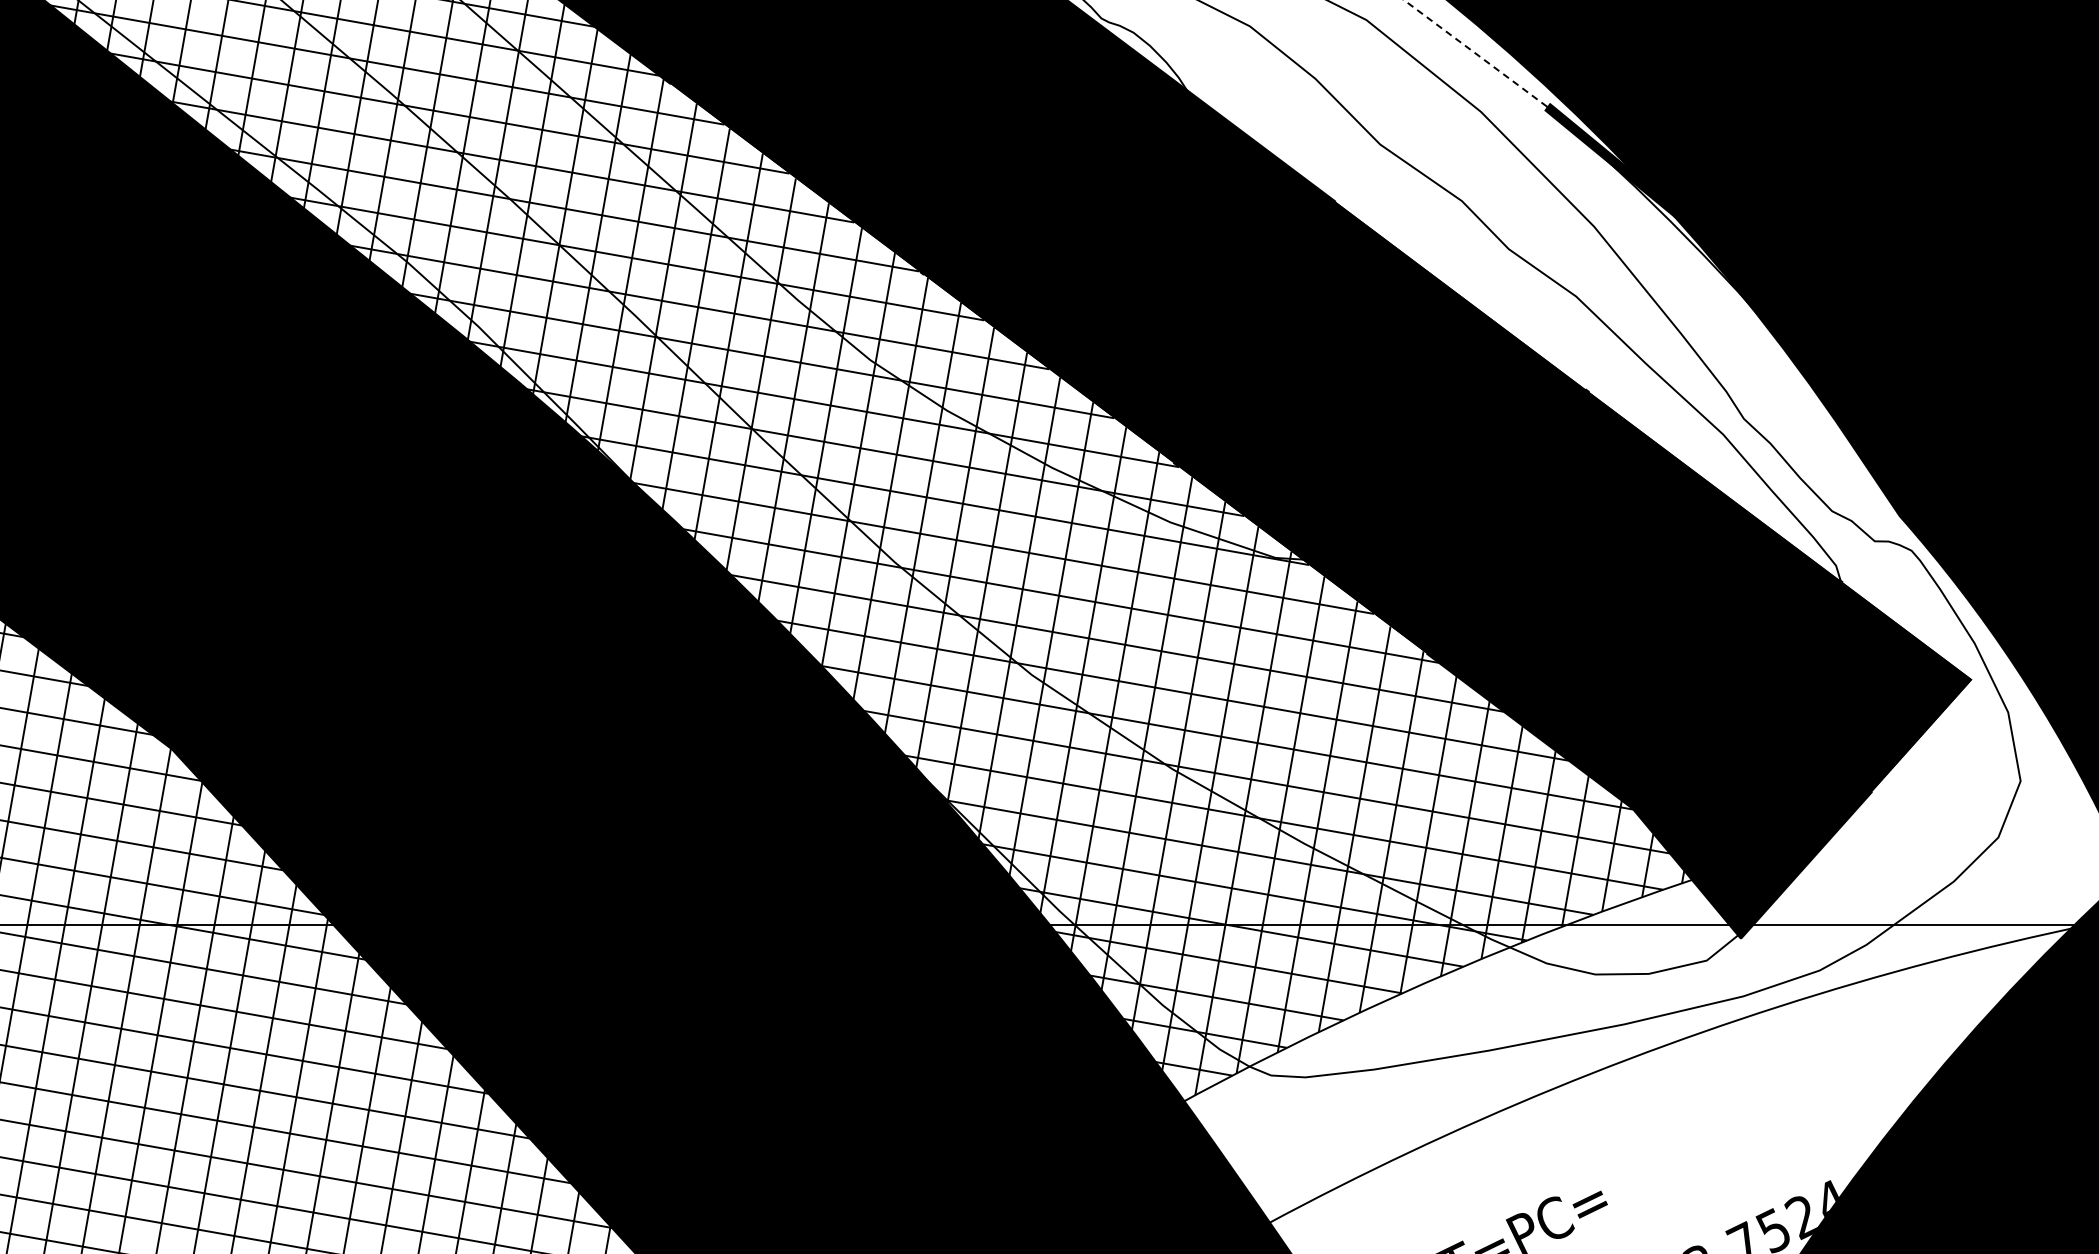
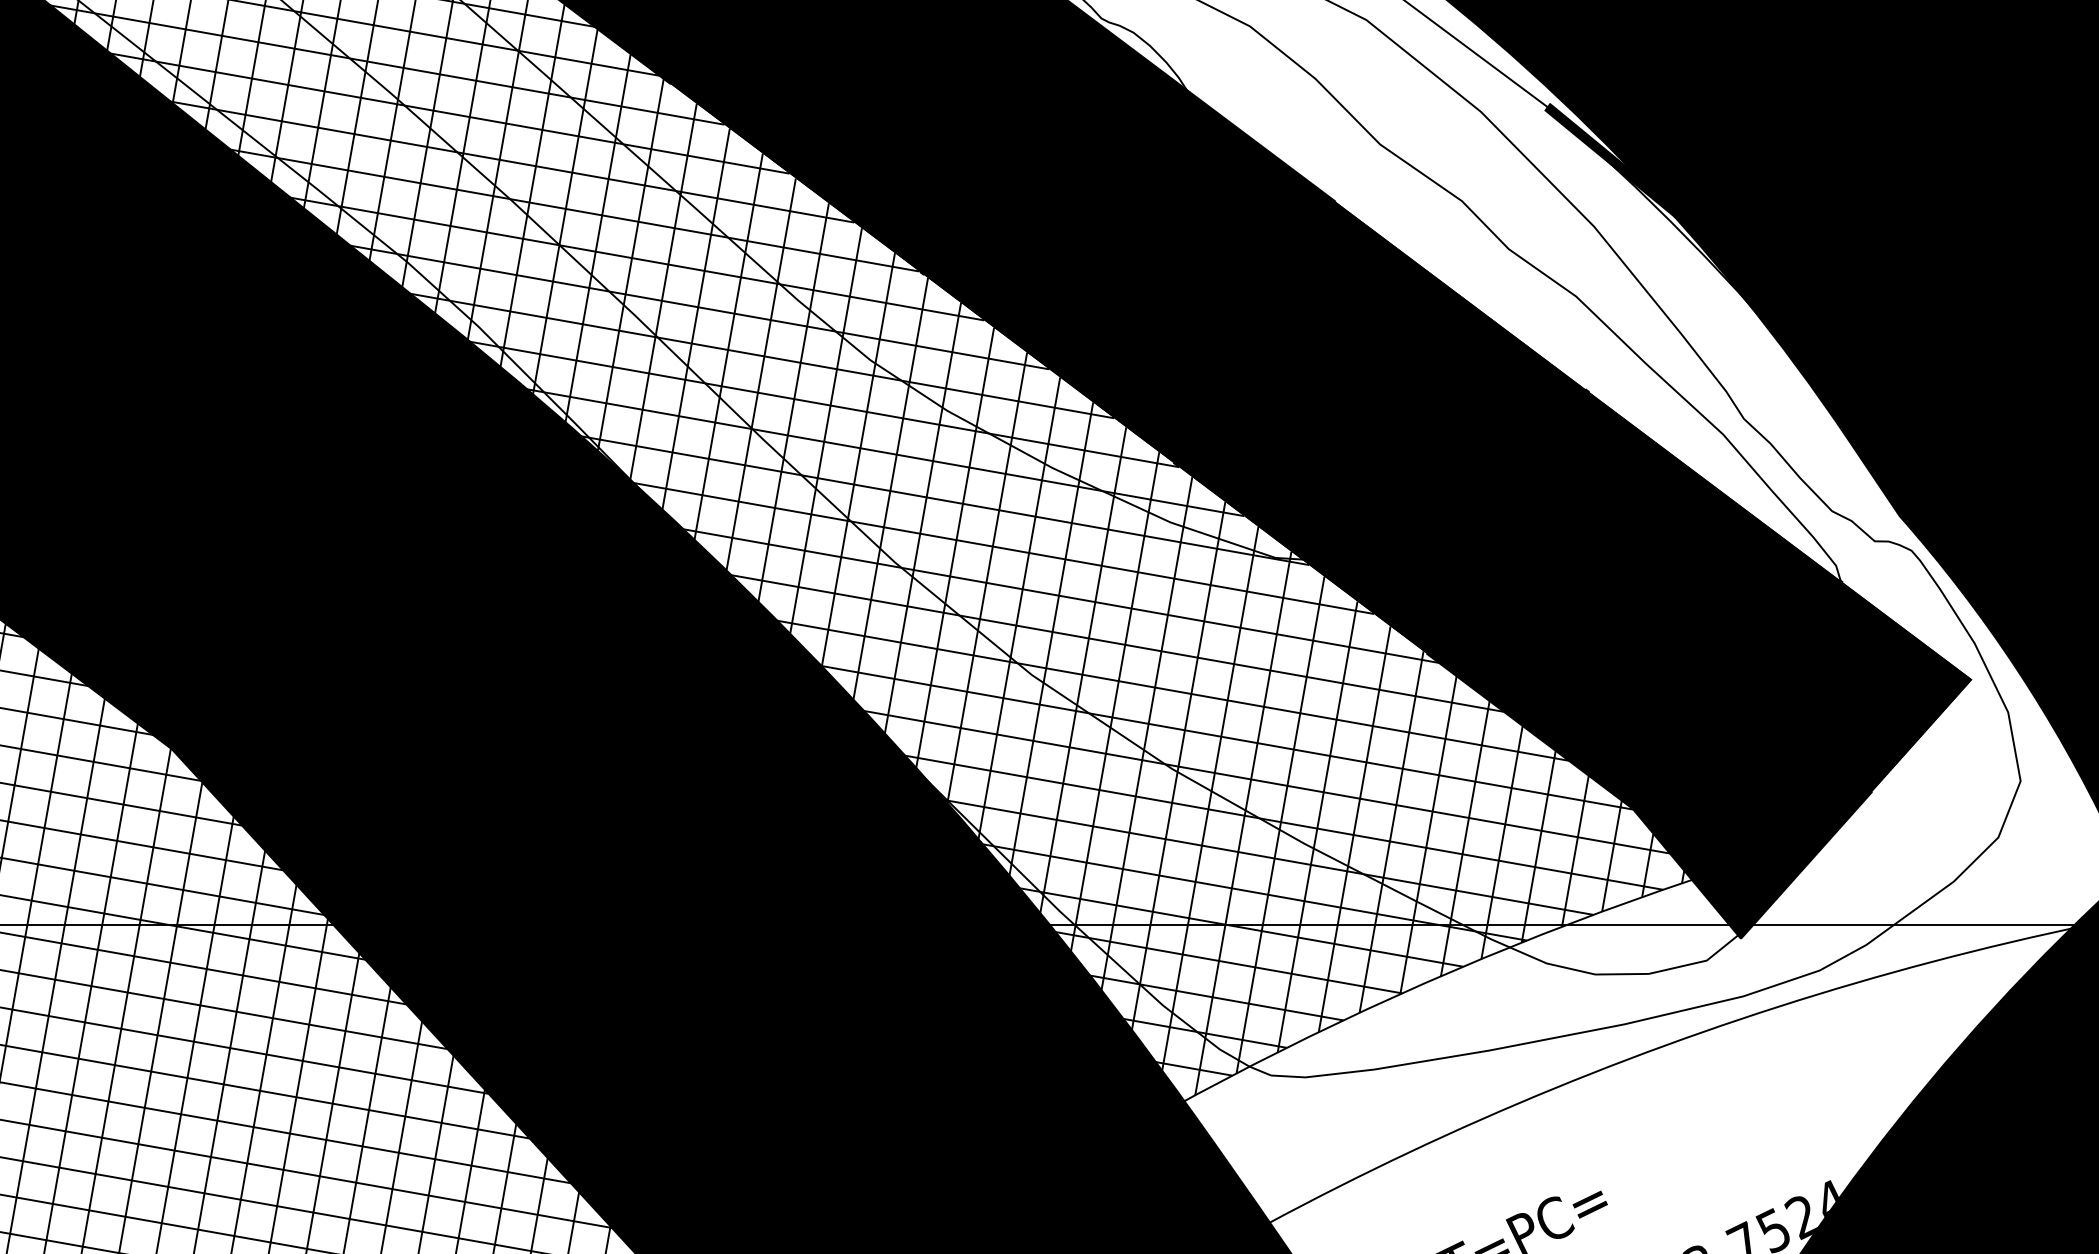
line at (1475, 53): dashed -> solid
